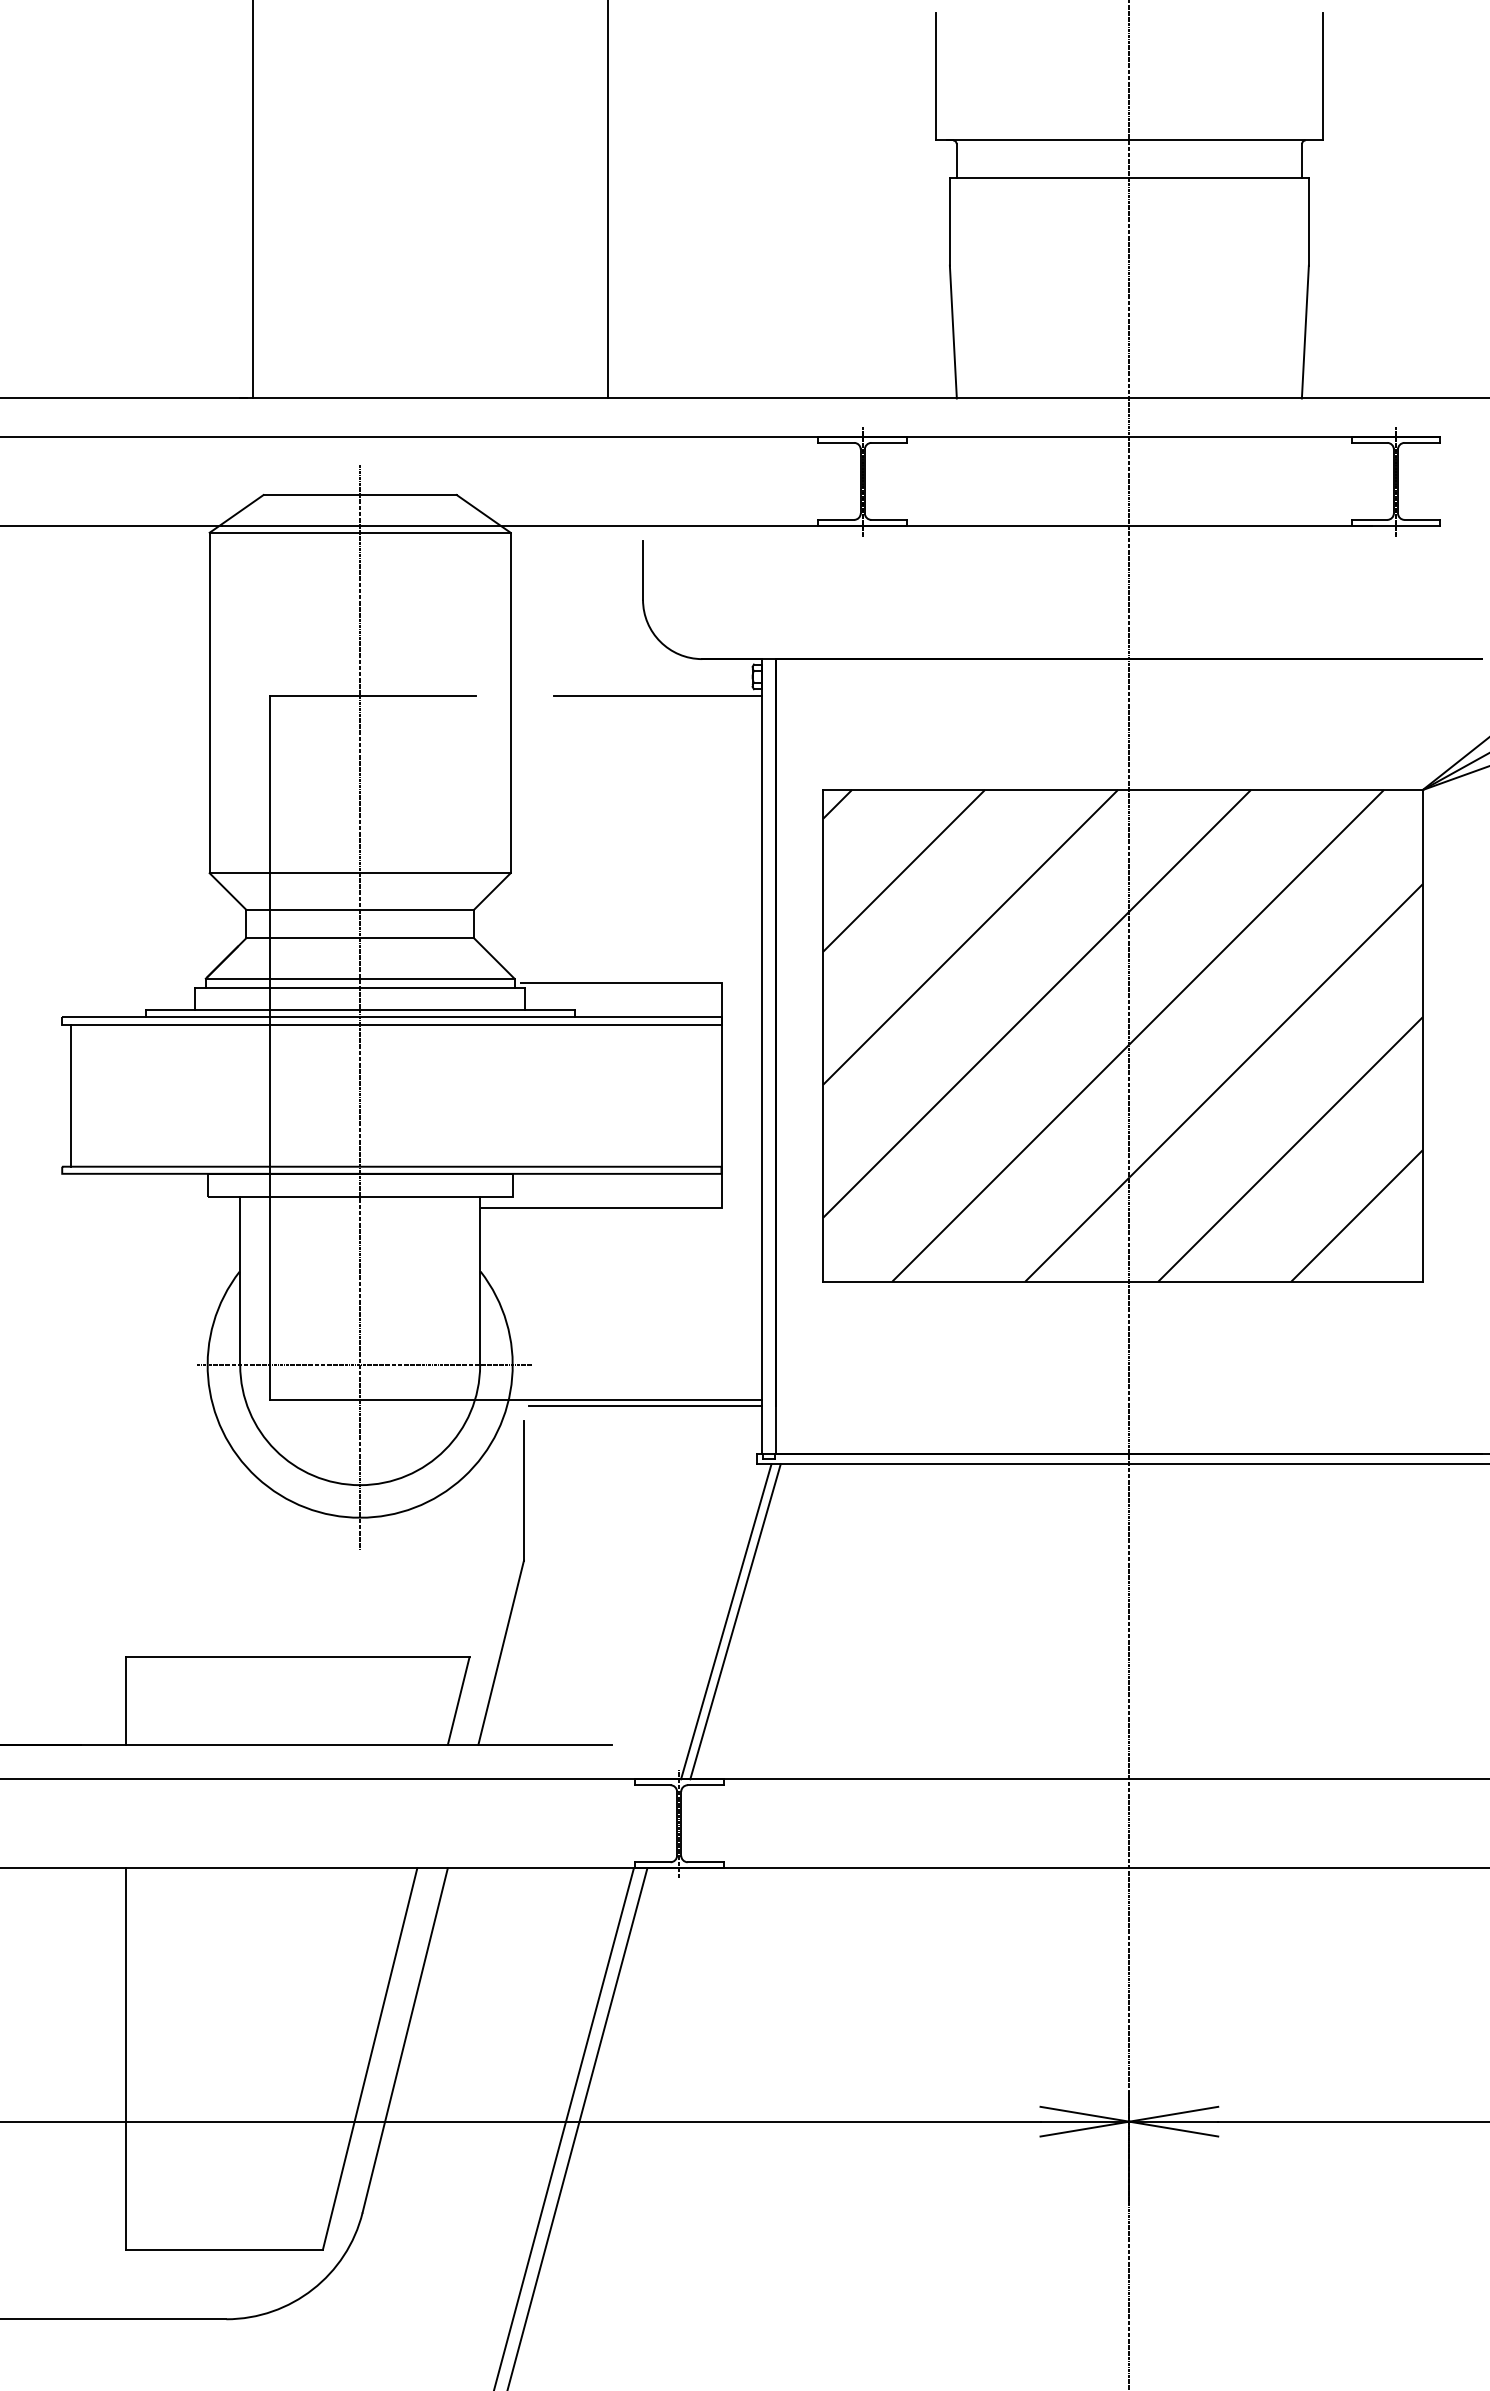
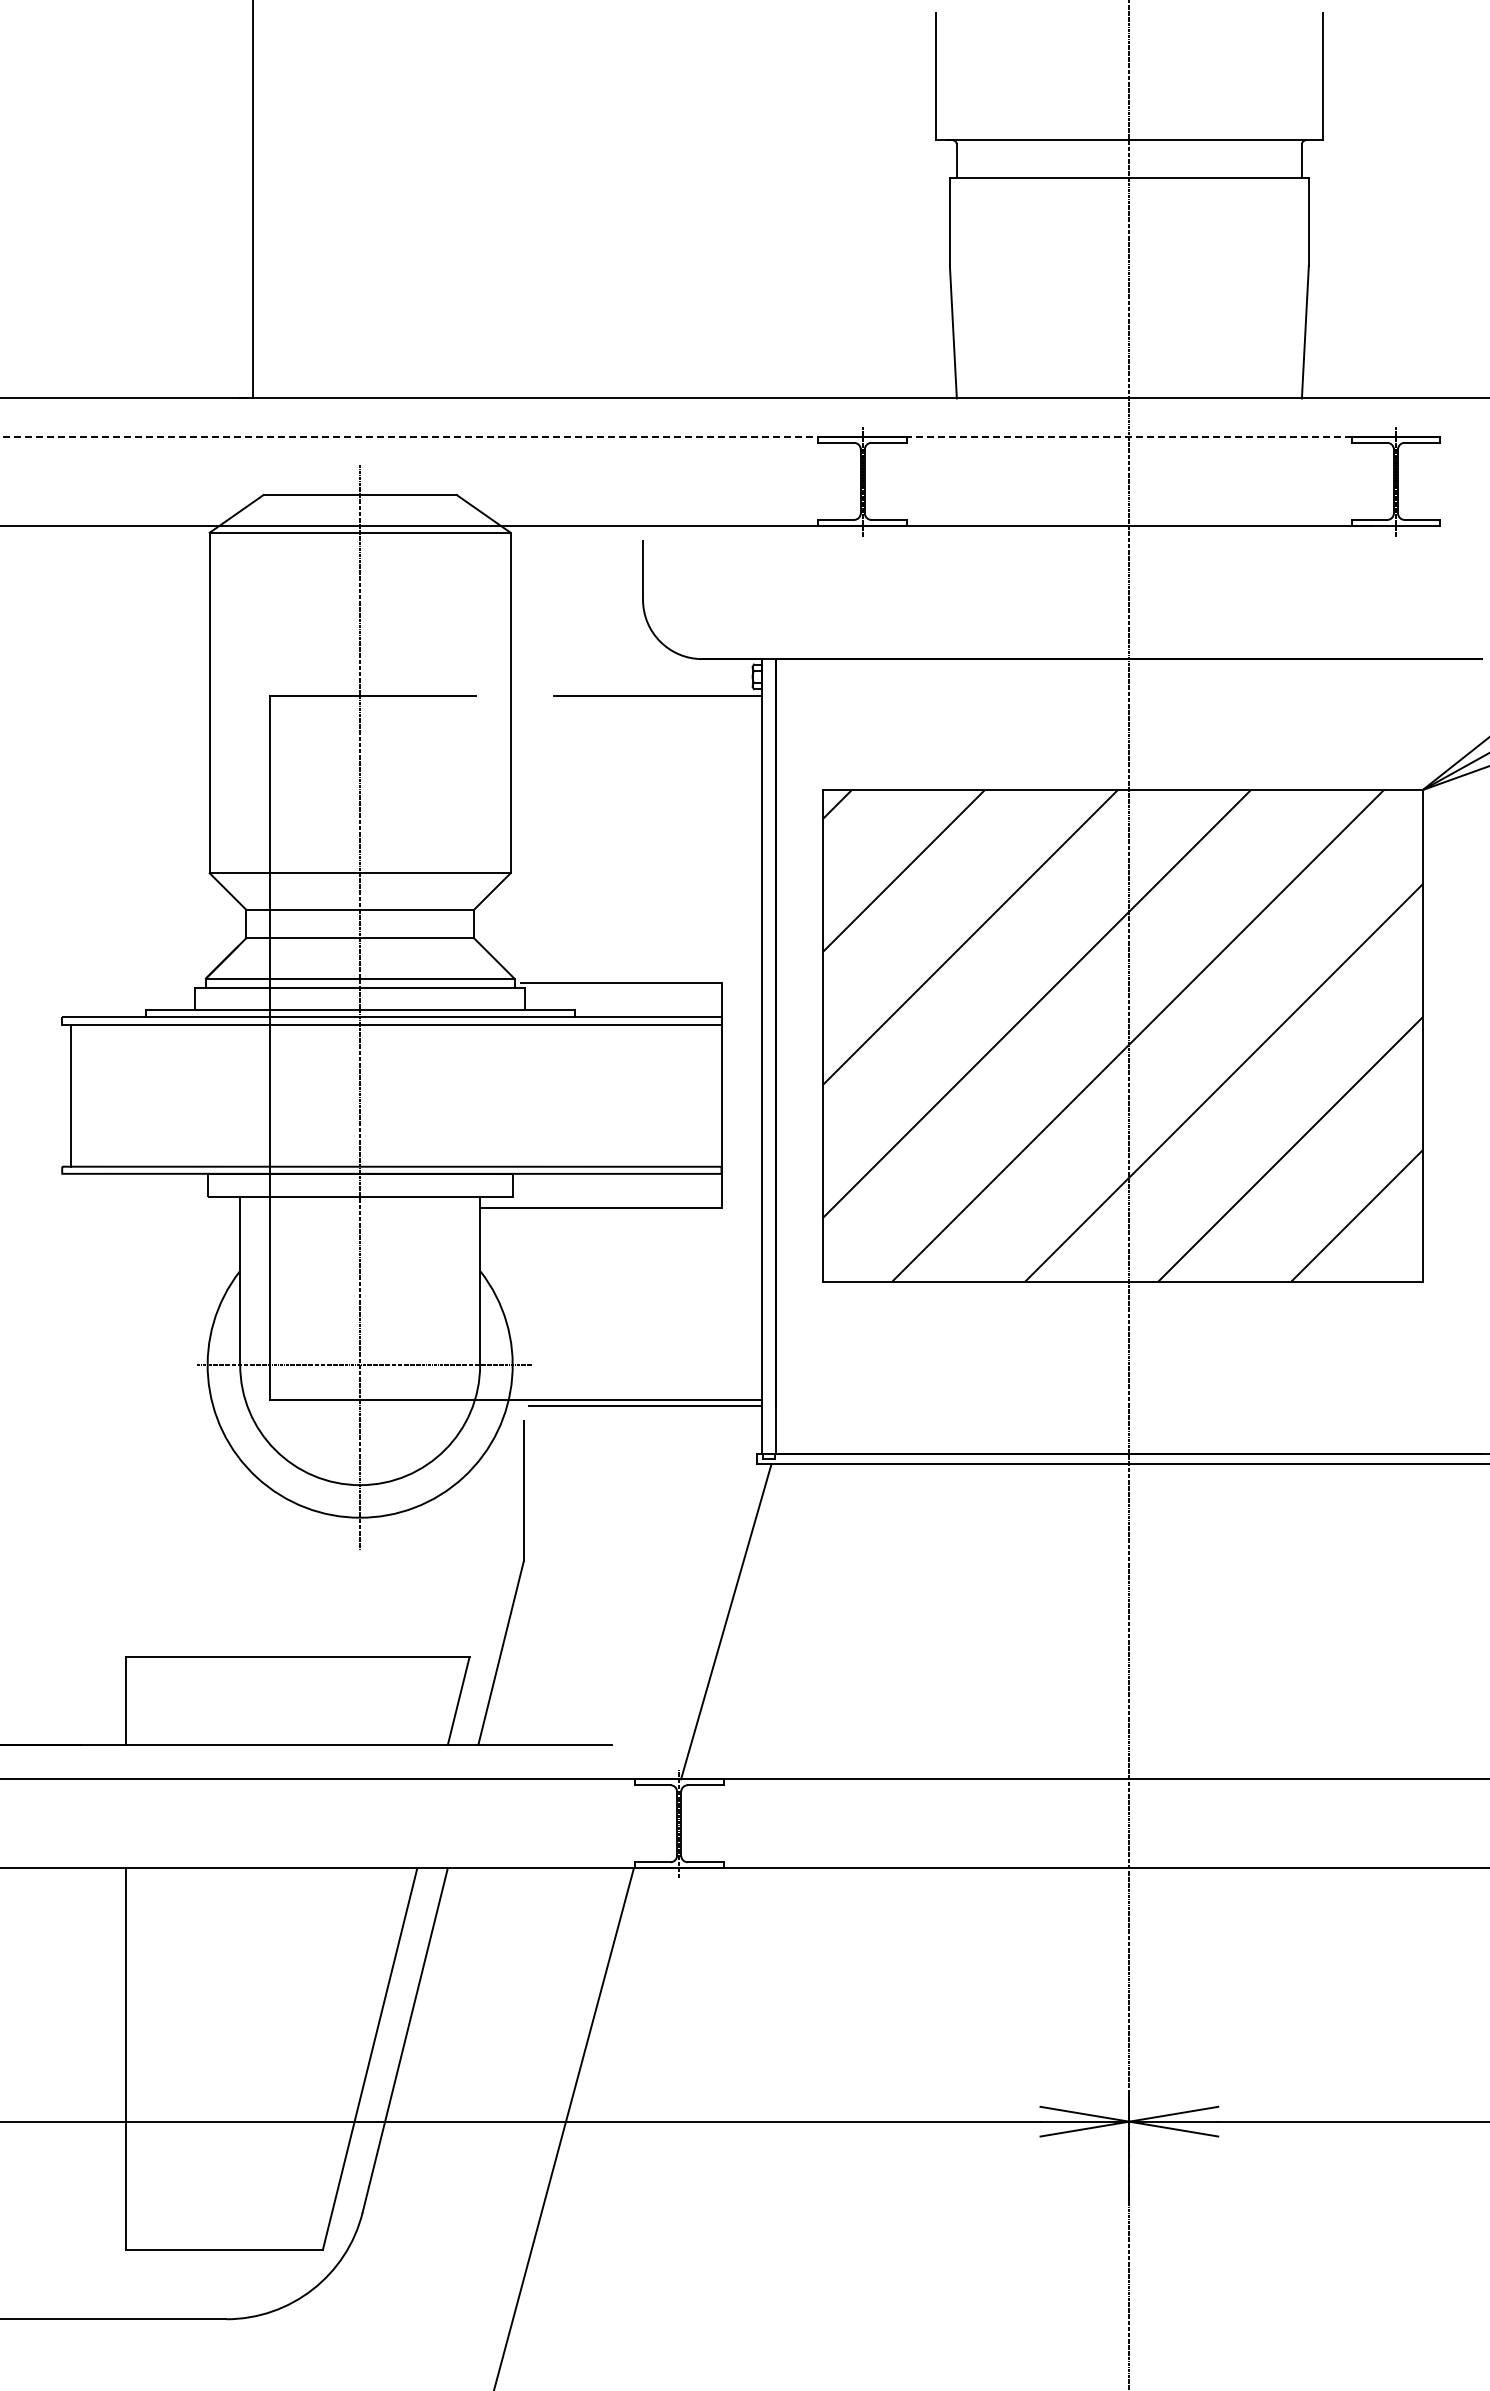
line at (608, 200): present -> none
line at (675, 436): solid -> dashed
line at (735, 1621): present -> none
line at (577, 2127): present -> none
